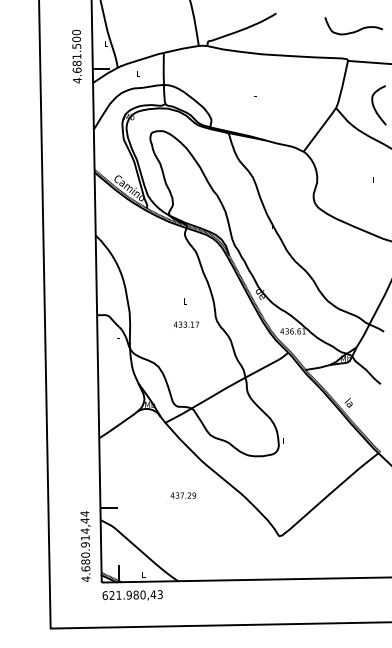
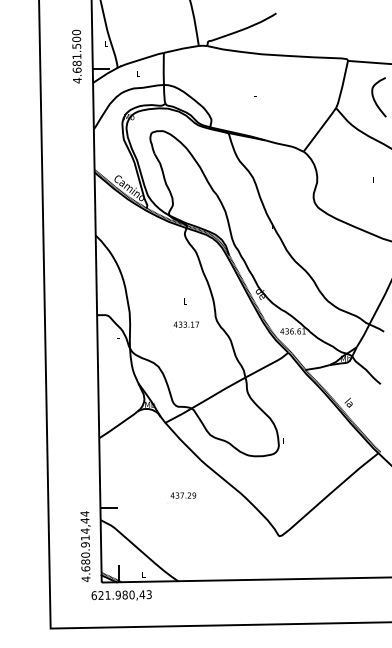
part at (353, 26): present -> none
curve at (374, 105) position: (374, 105) -> (374, 97)
text at (132, 595) position: (132, 595) -> (121, 595)
